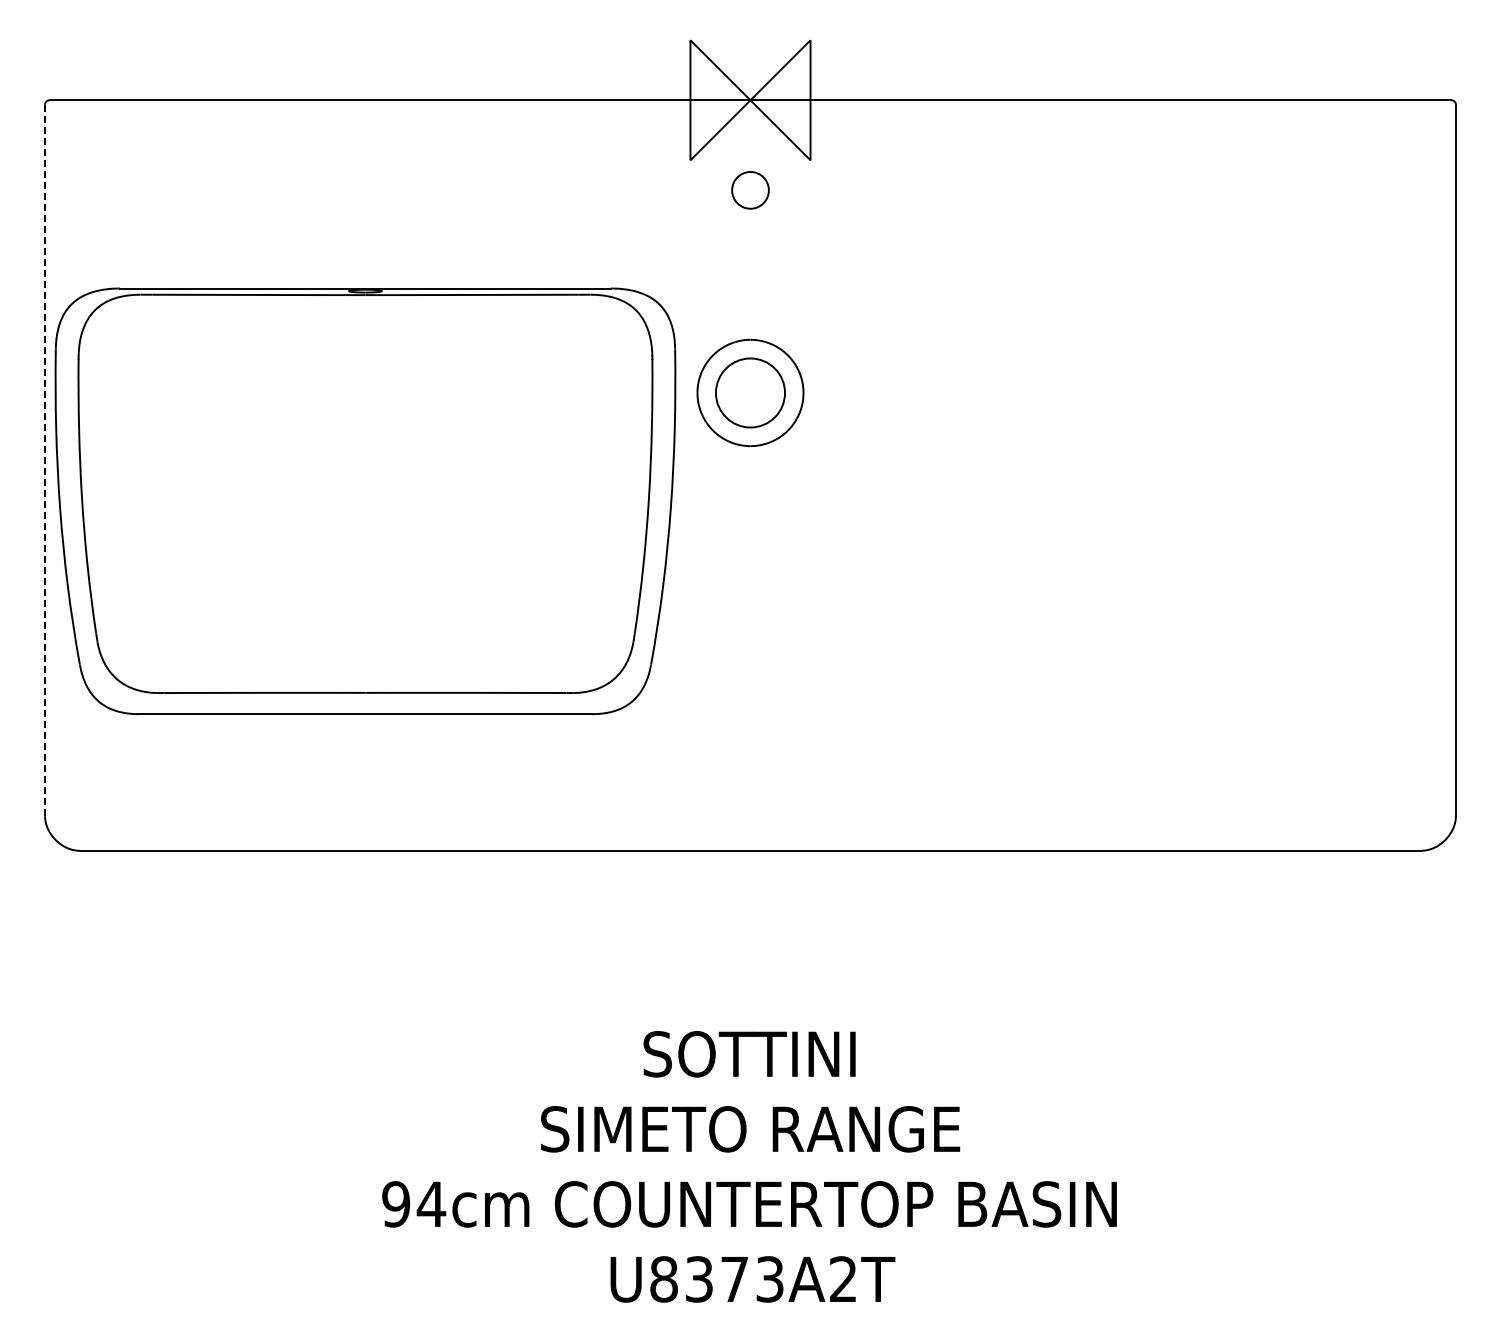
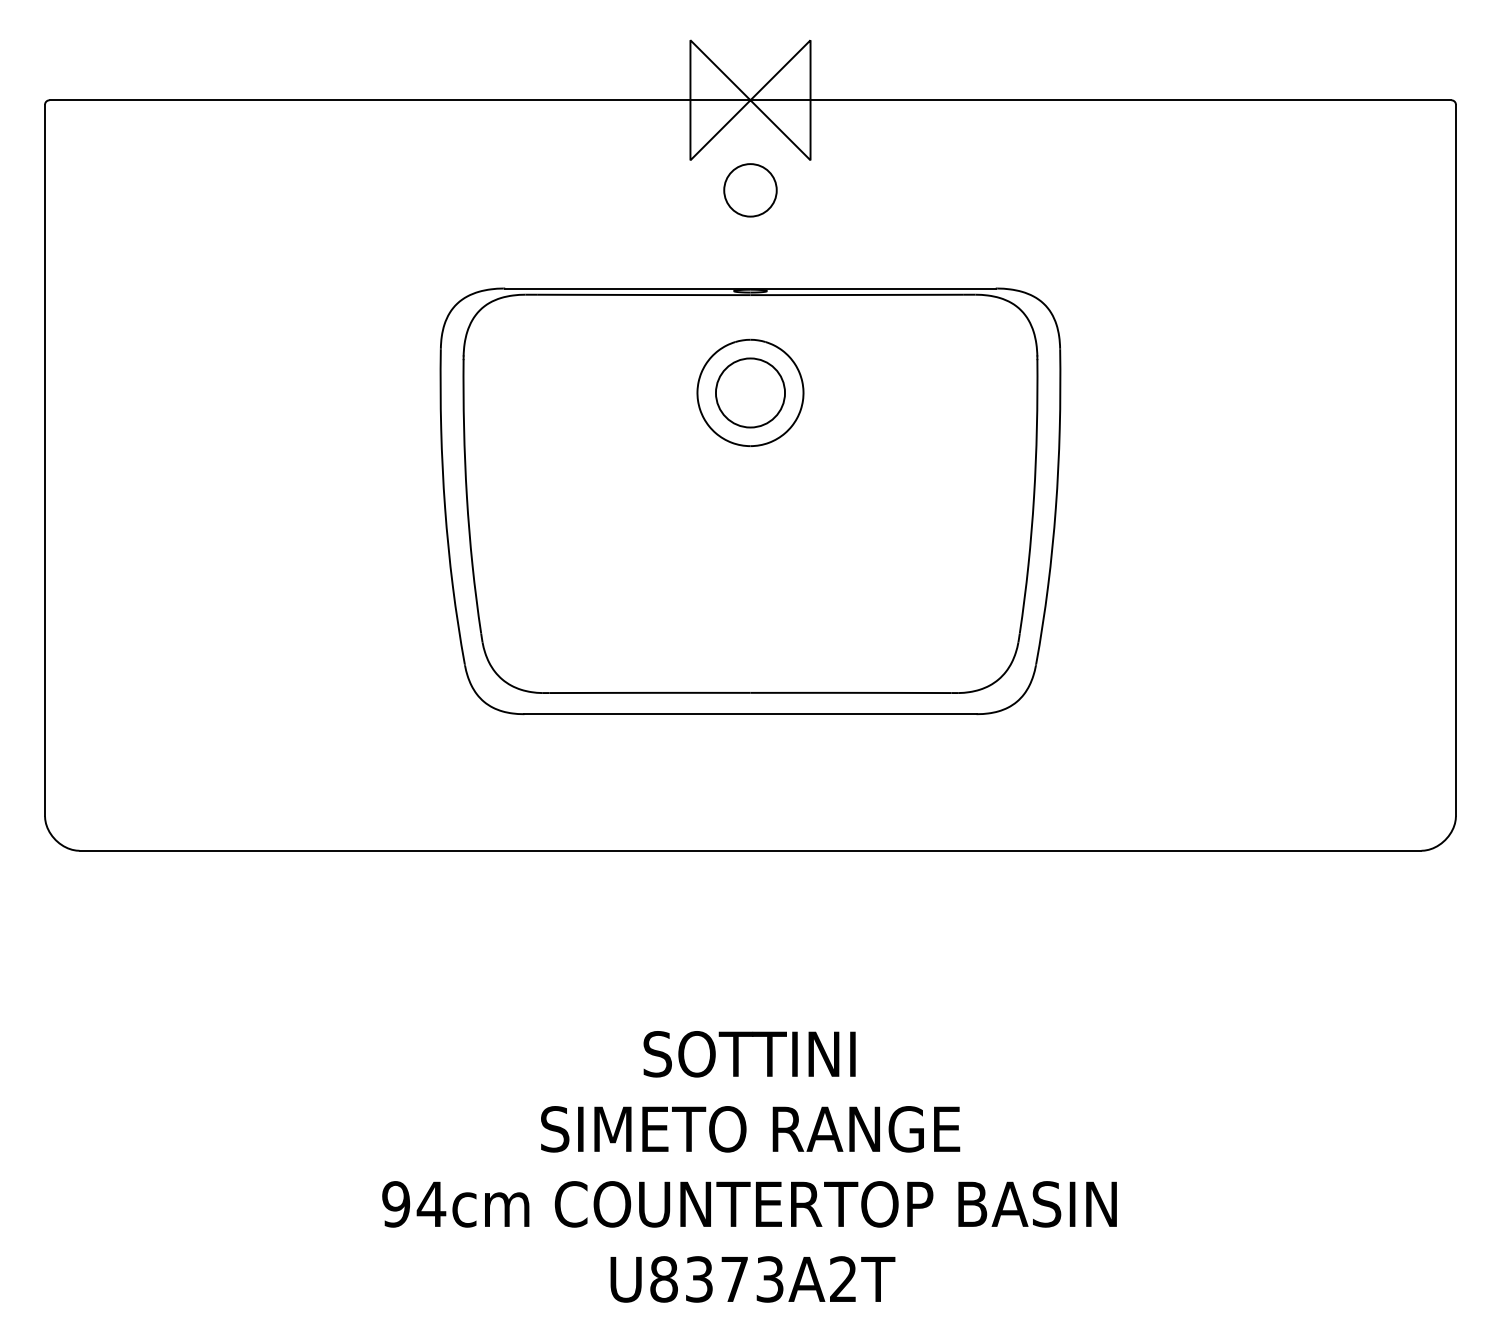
circle at (750, 189) diameter: 37 px -> 53 px
line at (45, 460): dashed -> solid
part at (365, 501) position: (365, 501) -> (750, 501)
